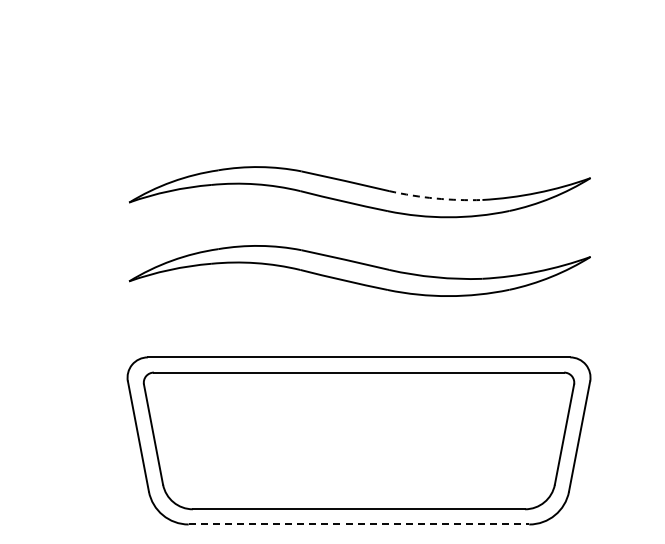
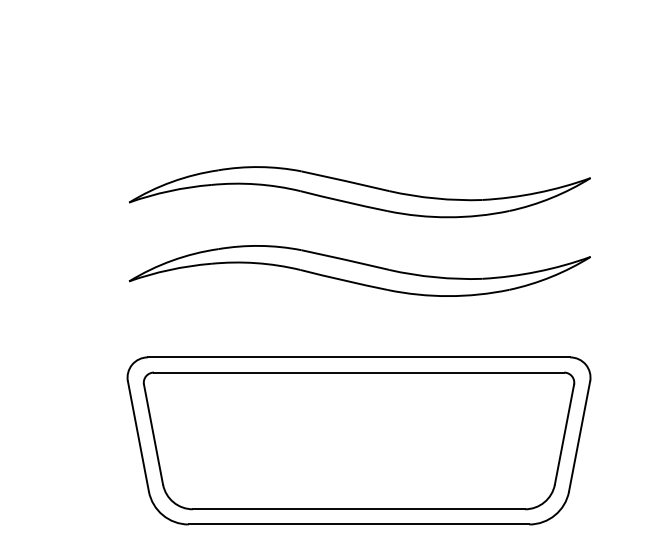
arc at (435, 198): dashed -> solid
line at (359, 524): dashed -> solid
